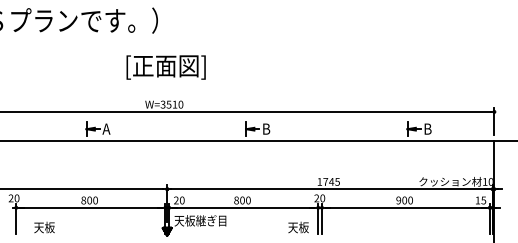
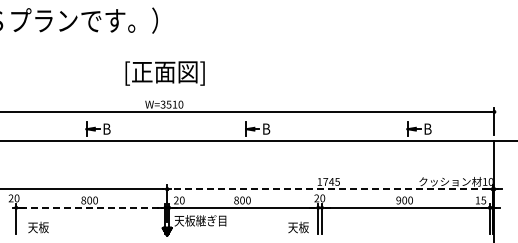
text at (165, 67) position: (165, 67) -> (164, 73)
text at (106, 128): A -> B
line at (329, 189): solid -> dashed
line at (90, 207): solid -> dashed
text at (44, 227) position: (44, 227) -> (38, 227)
